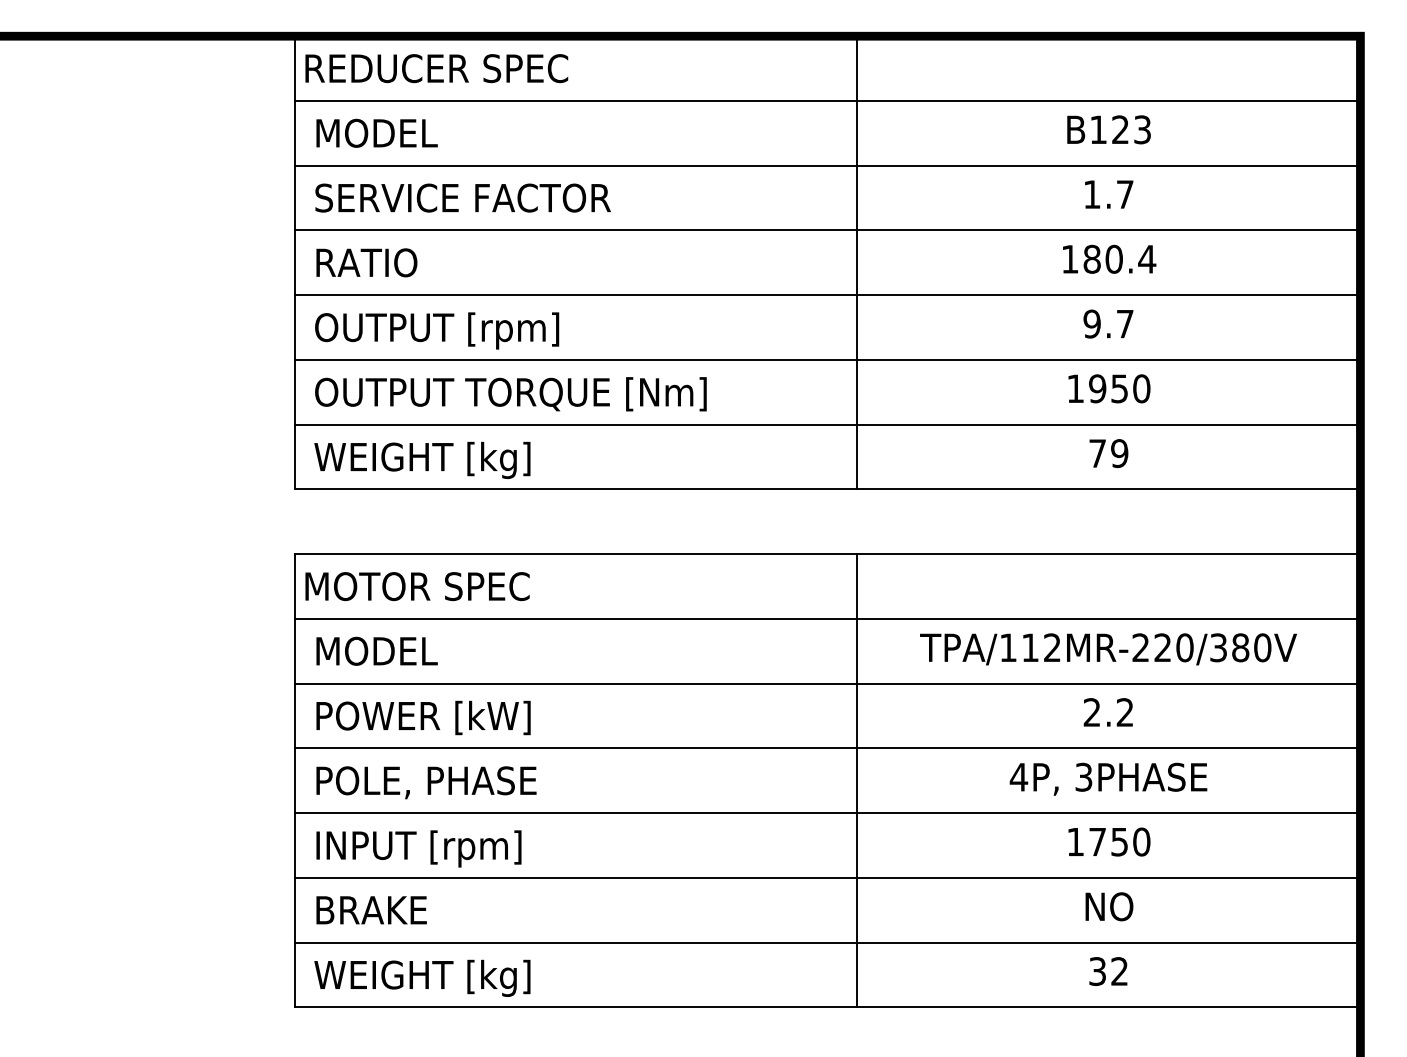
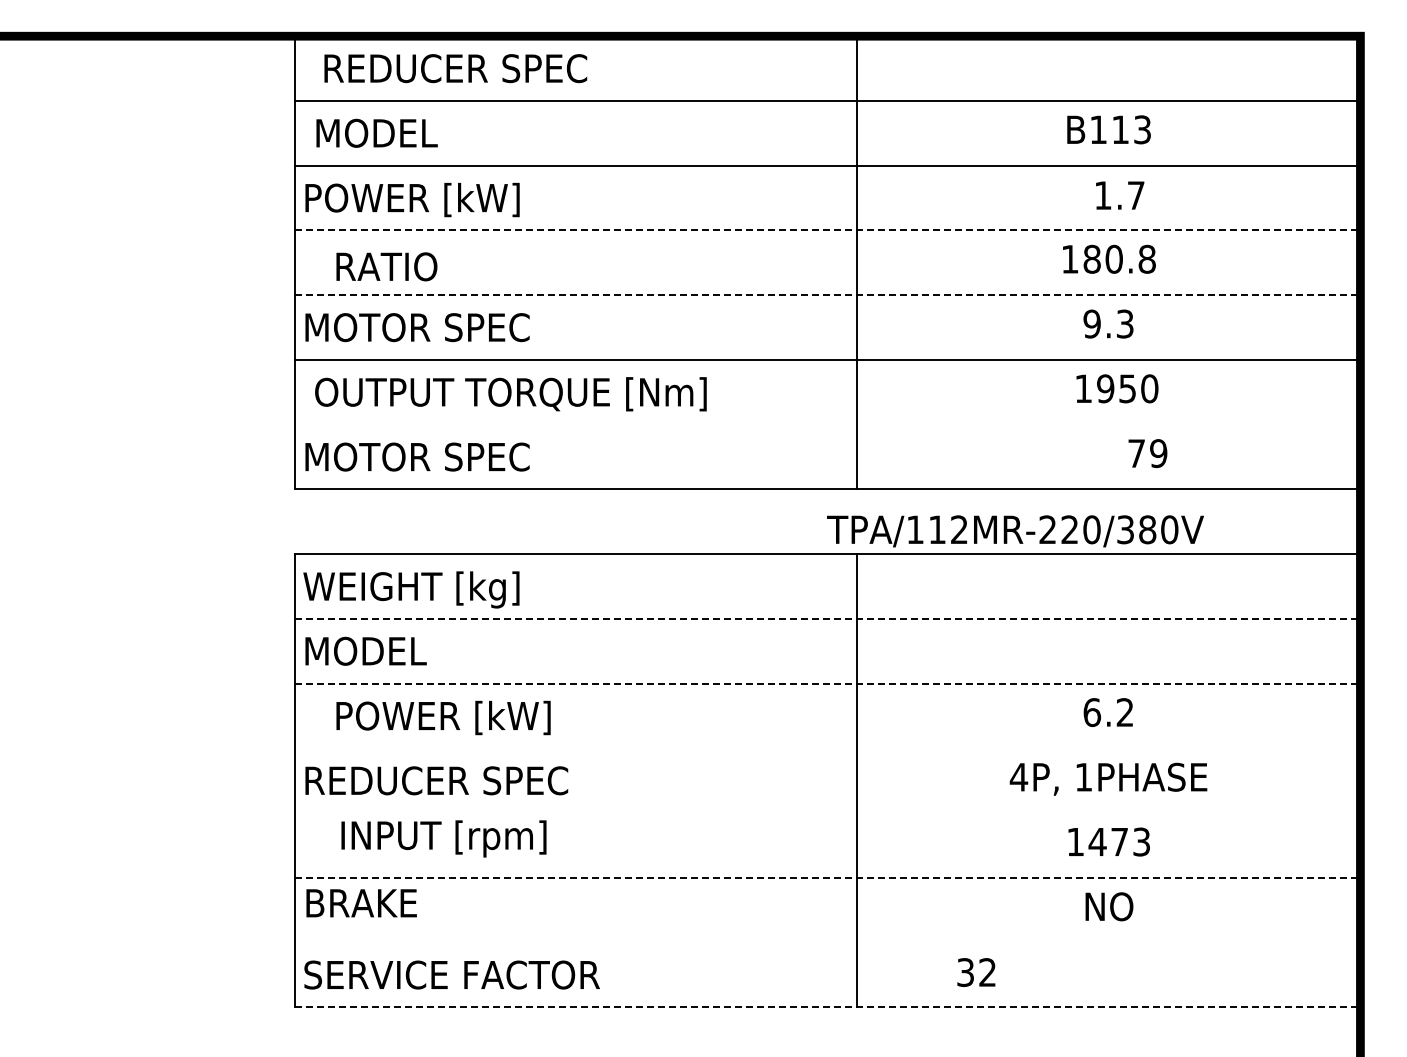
text at (436, 68) position: (436, 68) -> (455, 68)
text at (1120, 129): B123 -> B113
text at (1109, 194) position: (1109, 194) -> (1120, 195)
text at (457, 199): SERVICE FACTOR -> POWER [kW]
line at (827, 230): solid -> dashed
text at (1147, 258): 180.4 -> 180.8
text at (366, 262) position: (366, 262) -> (386, 266)
line at (827, 295): solid -> dashed
text at (1125, 323): 9.7 -> 9.3
text at (432, 330): OUTPUT [rpm] -> MOTOR SPEC
text at (1109, 388) position: (1109, 388) -> (1117, 388)
line at (827, 424): present -> none
text at (1108, 453) position: (1108, 453) -> (1147, 453)
text at (417, 459): WEIGHT [kg] -> MOTOR SPEC
text at (416, 589): MOTOR SPEC -> WEIGHT [kg]
line at (827, 618): solid -> dashed
text at (1108, 649) position: (1108, 649) -> (1015, 531)
text at (376, 650) position: (376, 650) -> (365, 650)
line at (827, 683): solid -> dashed
text at (1092, 712): 2.2 -> 6.2
text at (423, 717) position: (423, 717) -> (443, 717)
line at (827, 748): present -> none
text at (1083, 776): 3PHASE -> 1PHASE
text at (436, 782): POLE, PHASE -> REDUCER SPEC
line at (827, 813): present -> none
text at (1119, 841): 1750 -> 1473
text at (418, 848) position: (418, 848) -> (443, 838)
line at (827, 877): solid -> dashed
text at (371, 910) position: (371, 910) -> (361, 903)
line at (827, 942): present -> none
text at (1108, 971) position: (1108, 971) -> (976, 972)
text at (451, 977): WEIGHT [kg] -> SERVICE FACTOR
line at (827, 1007): solid -> dashed
